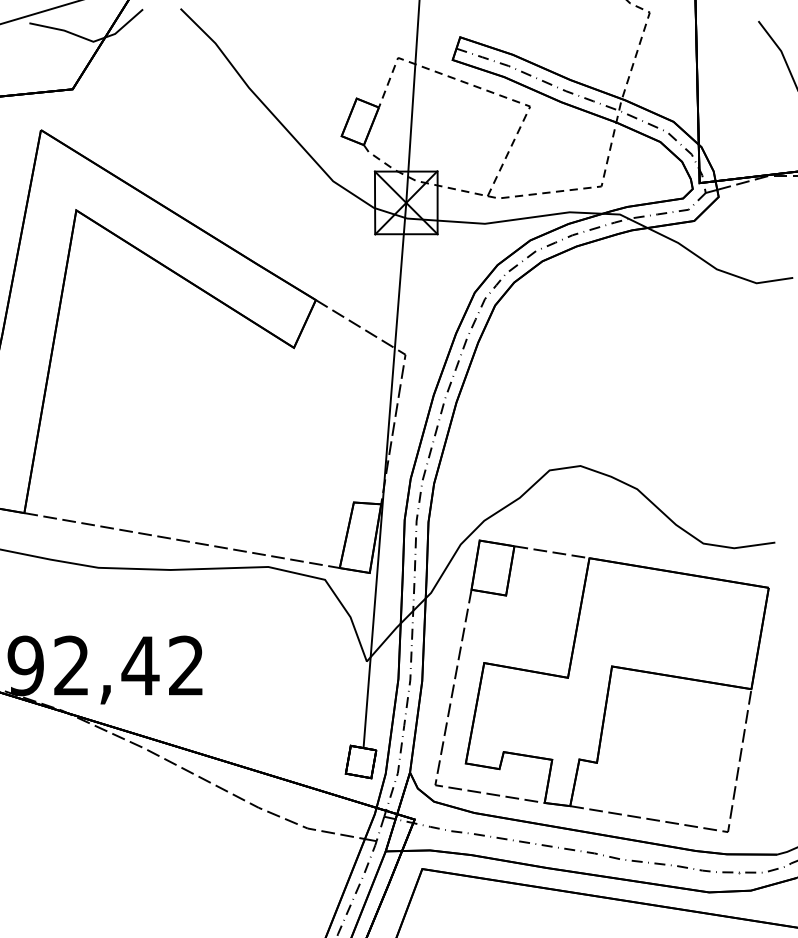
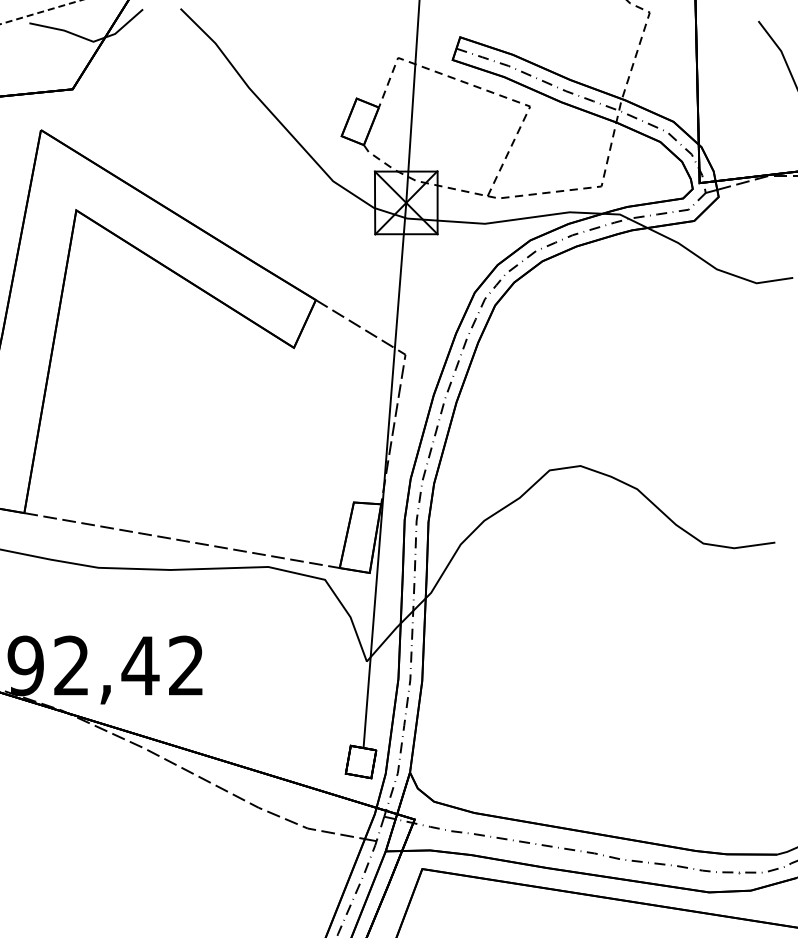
line at (41, 11): solid -> dashed
part at (601, 685): present -> none
